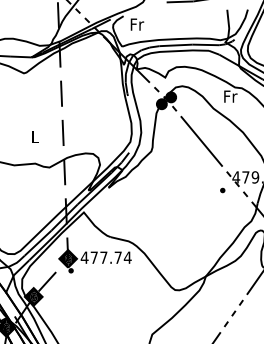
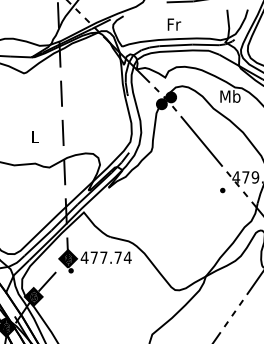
text at (137, 24) position: (137, 24) -> (174, 24)
text at (230, 96): Fr -> Mb
